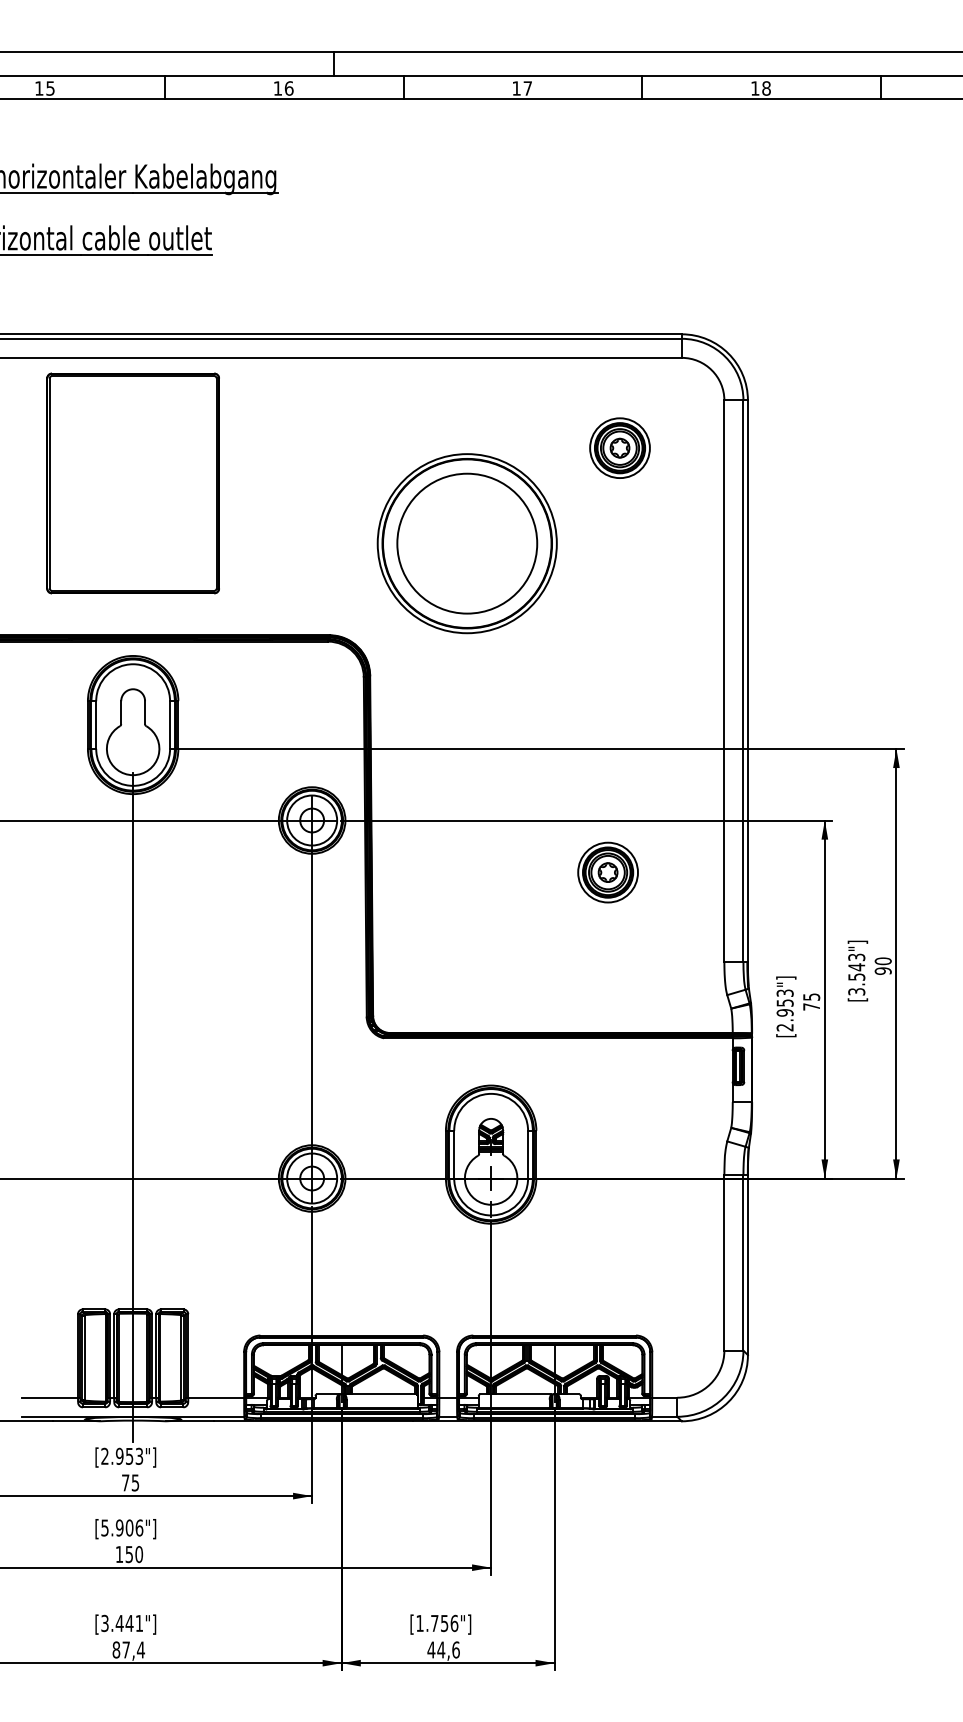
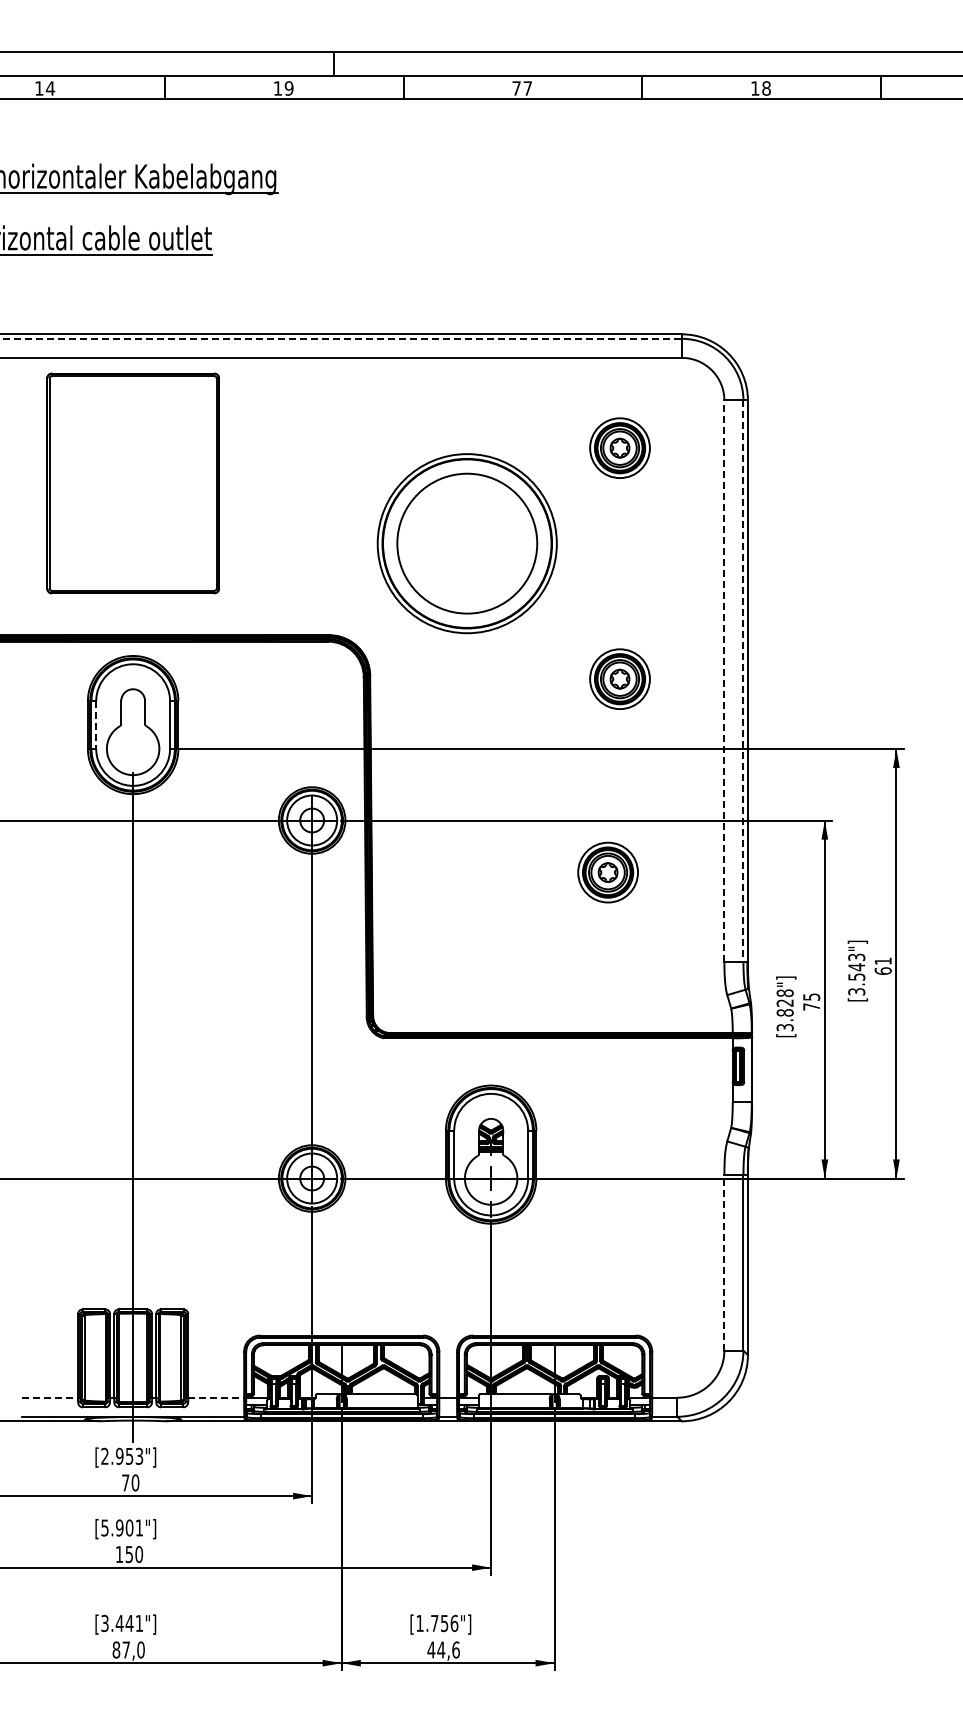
text at (50, 88): 15 -> 14
text at (288, 88): 16 -> 19
text at (516, 88): 17 -> 77
line at (341, 338): solid -> dashed
part at (619, 678): none -> present
line at (724, 681): solid -> dashed
line at (743, 681): solid -> dashed
line at (96, 725): solid -> dashed
text at (882, 965): 90 -> 61
text at (784, 1010): [2.953"] -> [3.828"]
line at (724, 1262): solid -> dashed
line at (50, 1397): solid -> dashed
line at (216, 1397): solid -> dashed
text at (135, 1482): 75 -> 70
text at (139, 1527): [5.906"] -> [5.901"]
text at (140, 1649): 87,4 -> 87,0
